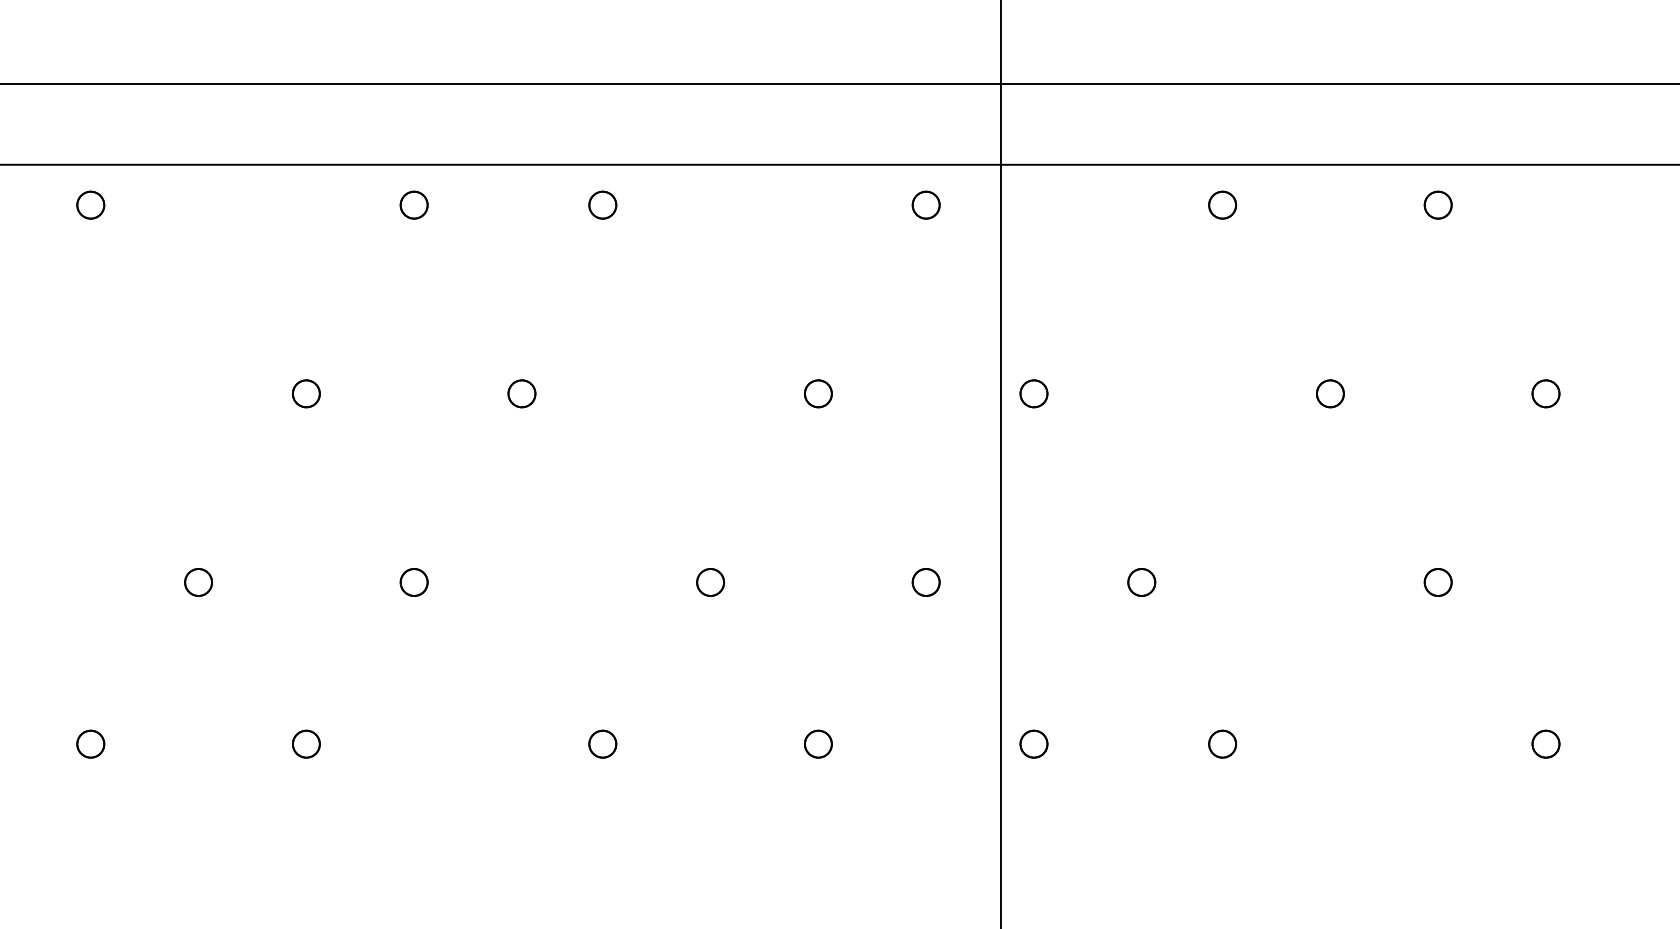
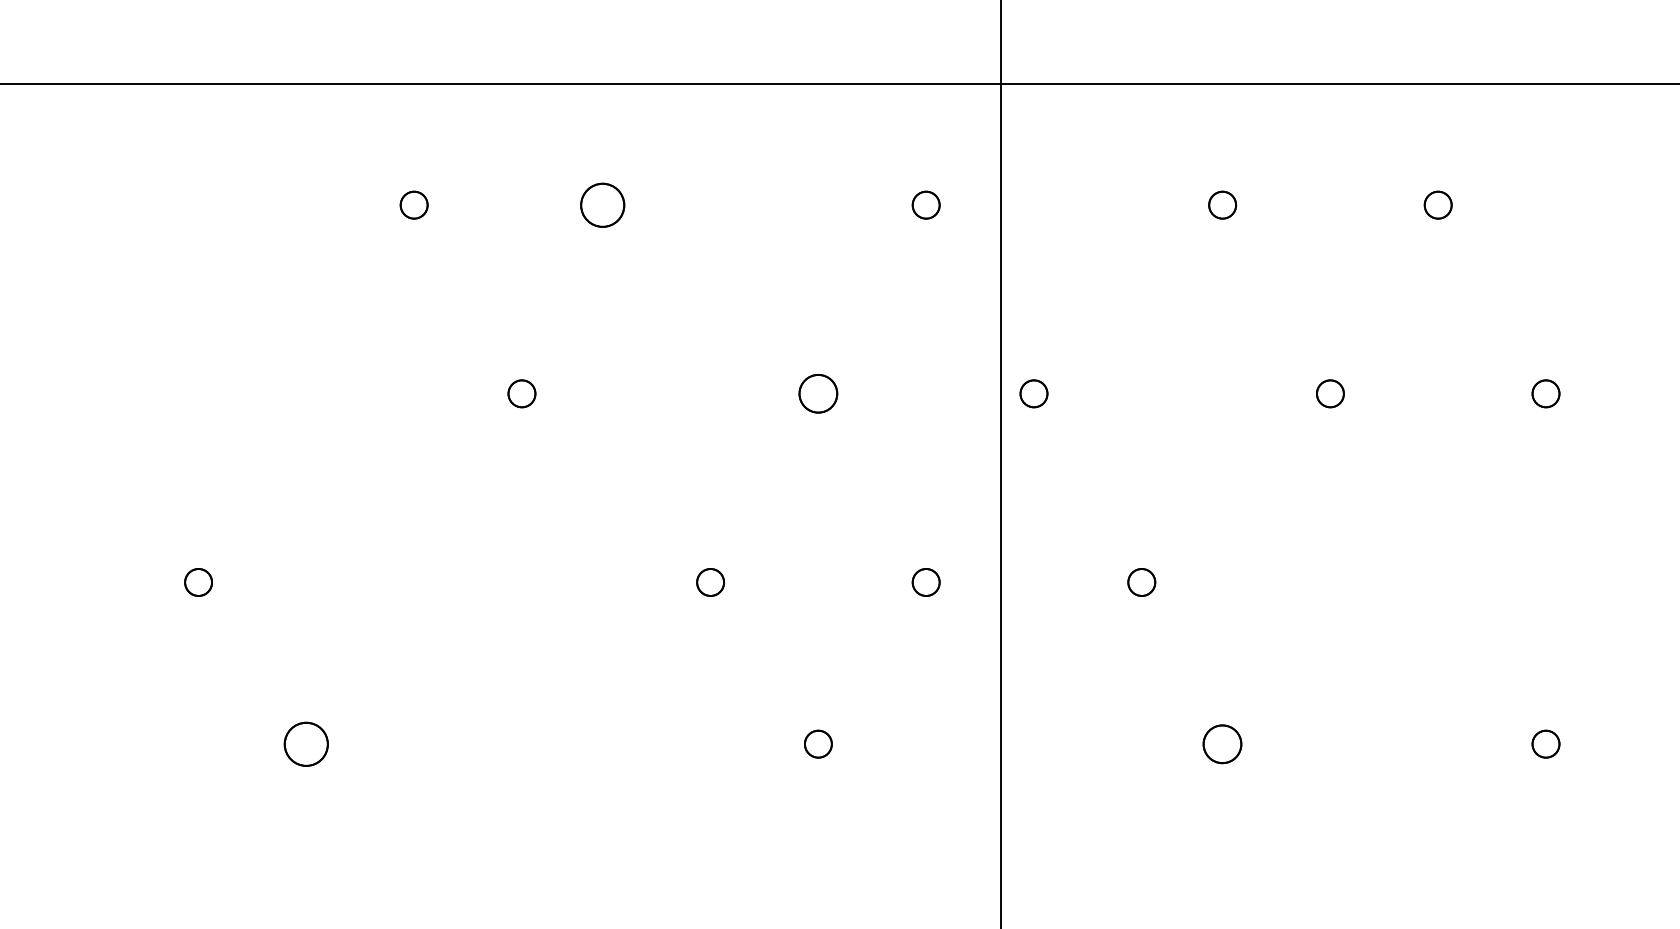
line at (839, 164): present -> none
part at (90, 204): present -> none
part at (602, 204) size: 30x30 px -> 46x46 px
part at (306, 393): present -> none
part at (818, 393) size: 29x30 px -> 41x40 px
part at (413, 582): present -> none
part at (1437, 582): present -> none
part at (90, 743): present -> none
part at (306, 743) size: 29x30 px -> 46x46 px
part at (602, 743): present -> none
part at (1033, 743): present -> none
part at (1222, 743) size: 30x30 px -> 41x41 px
